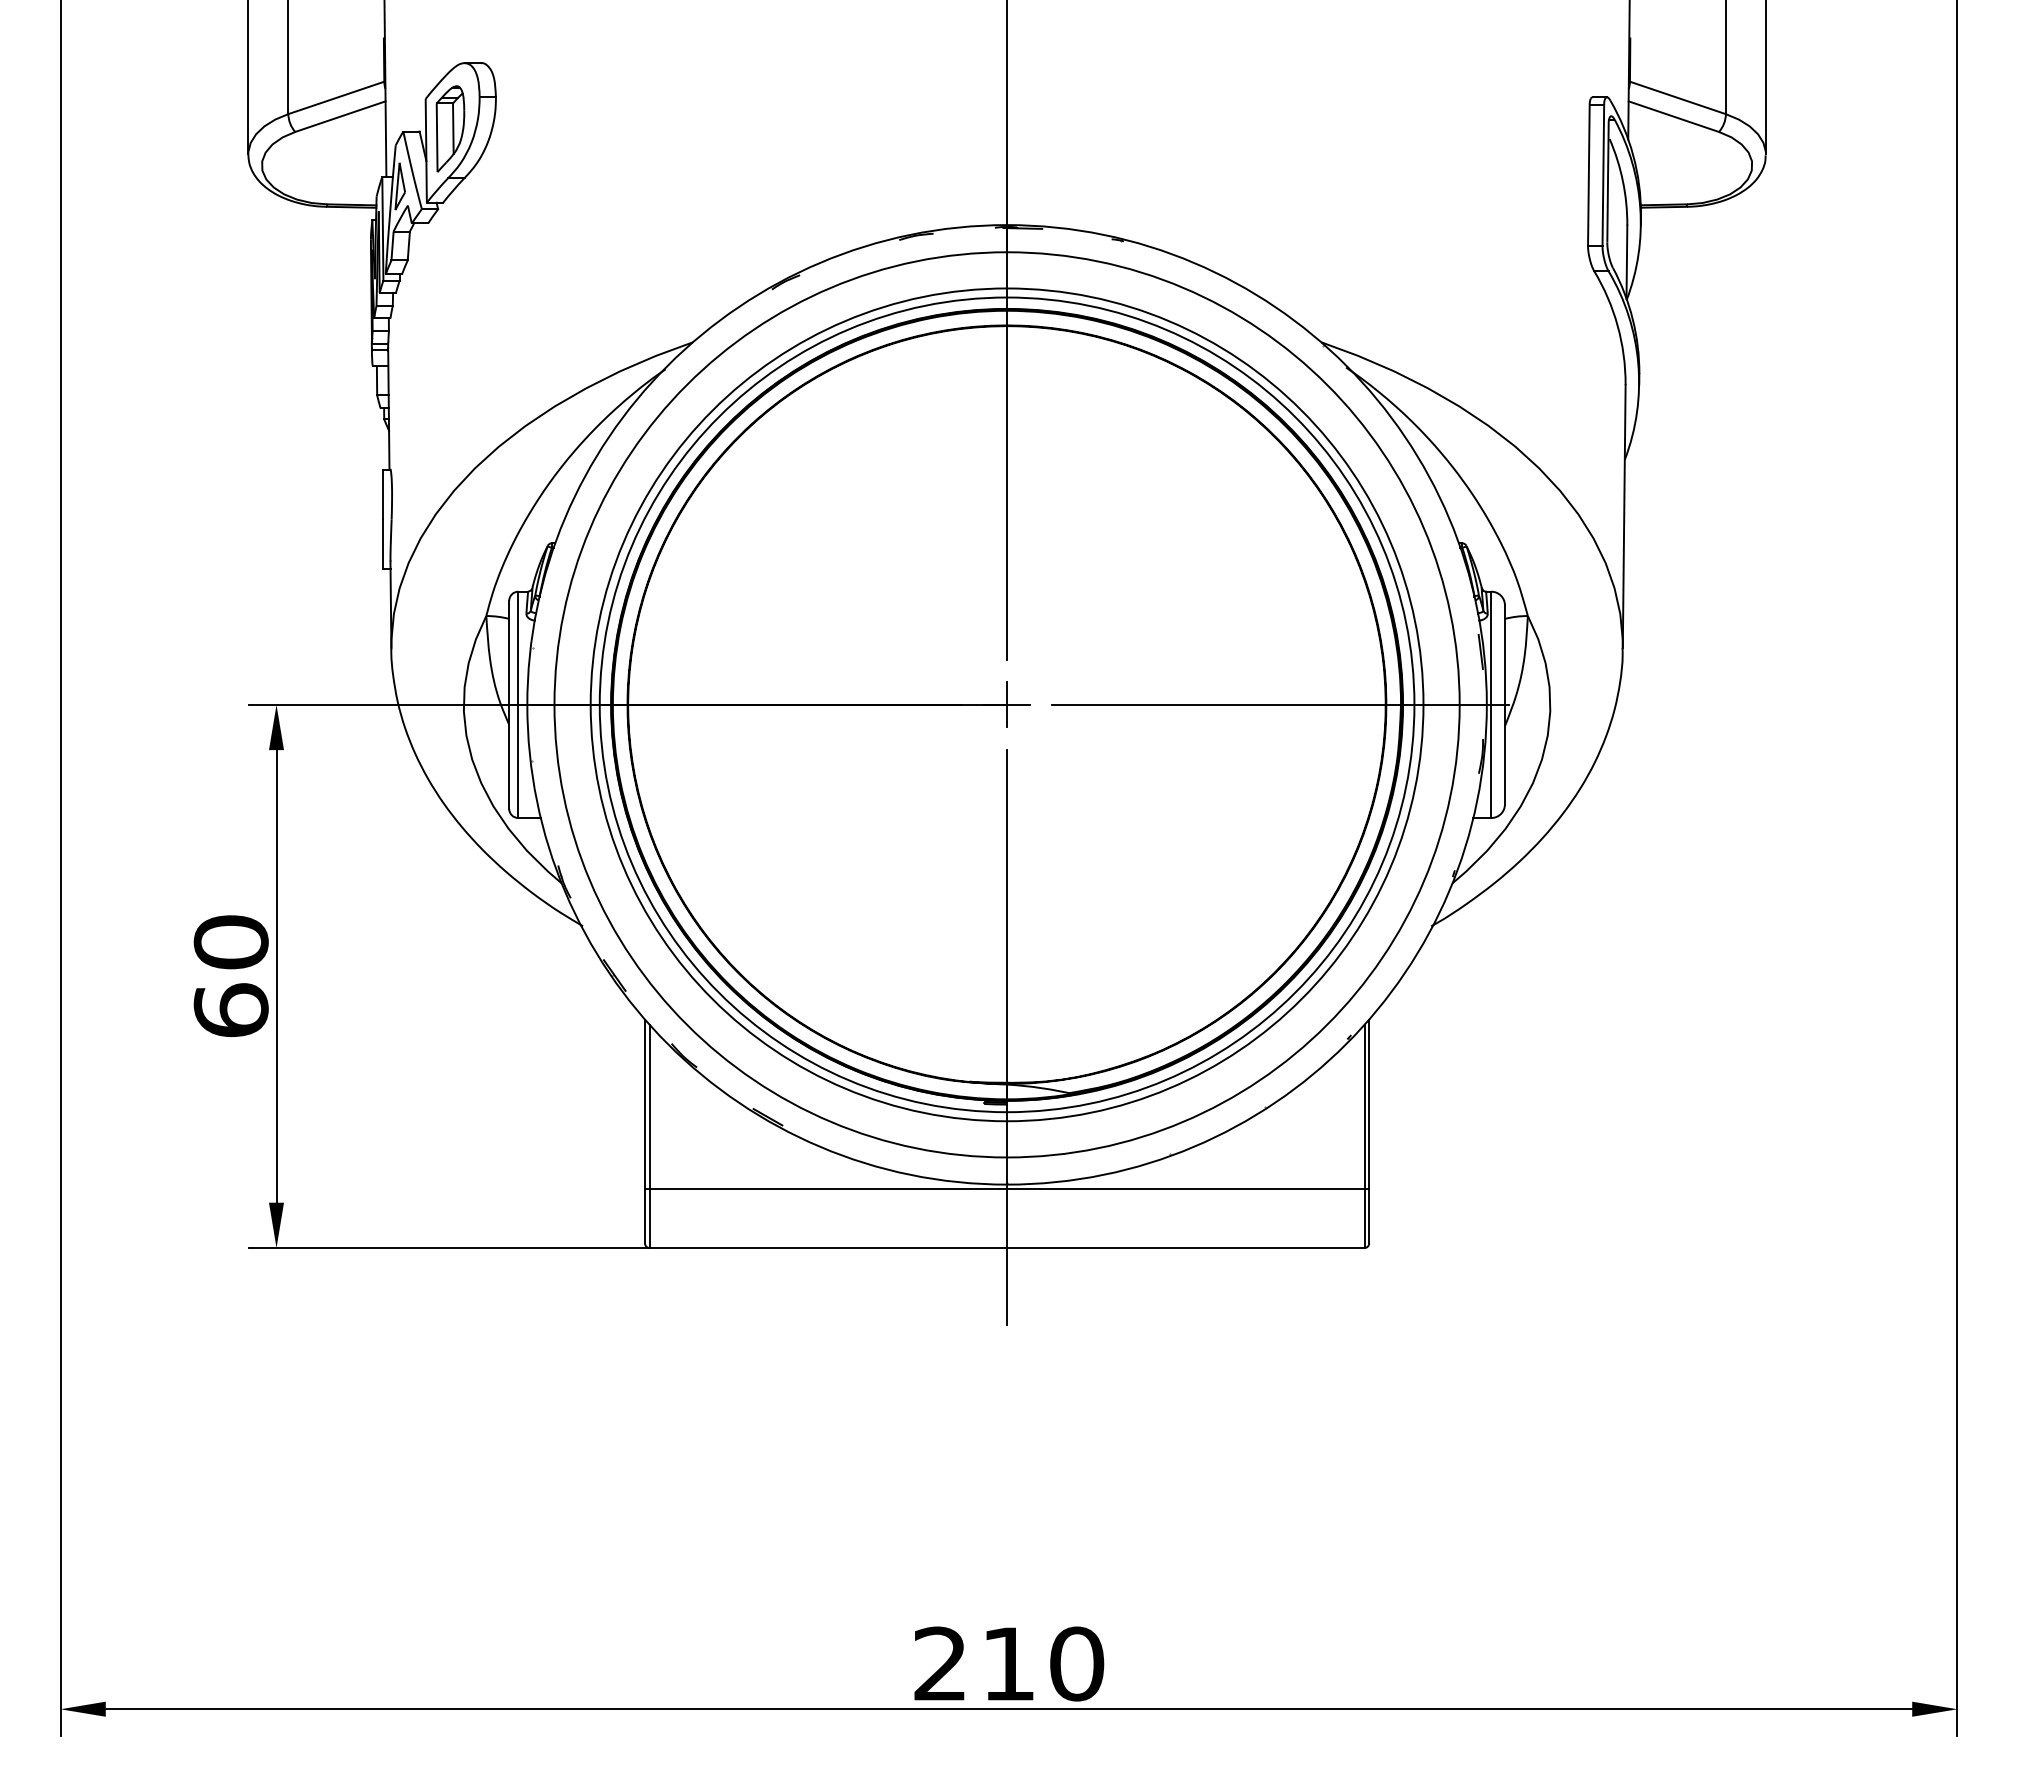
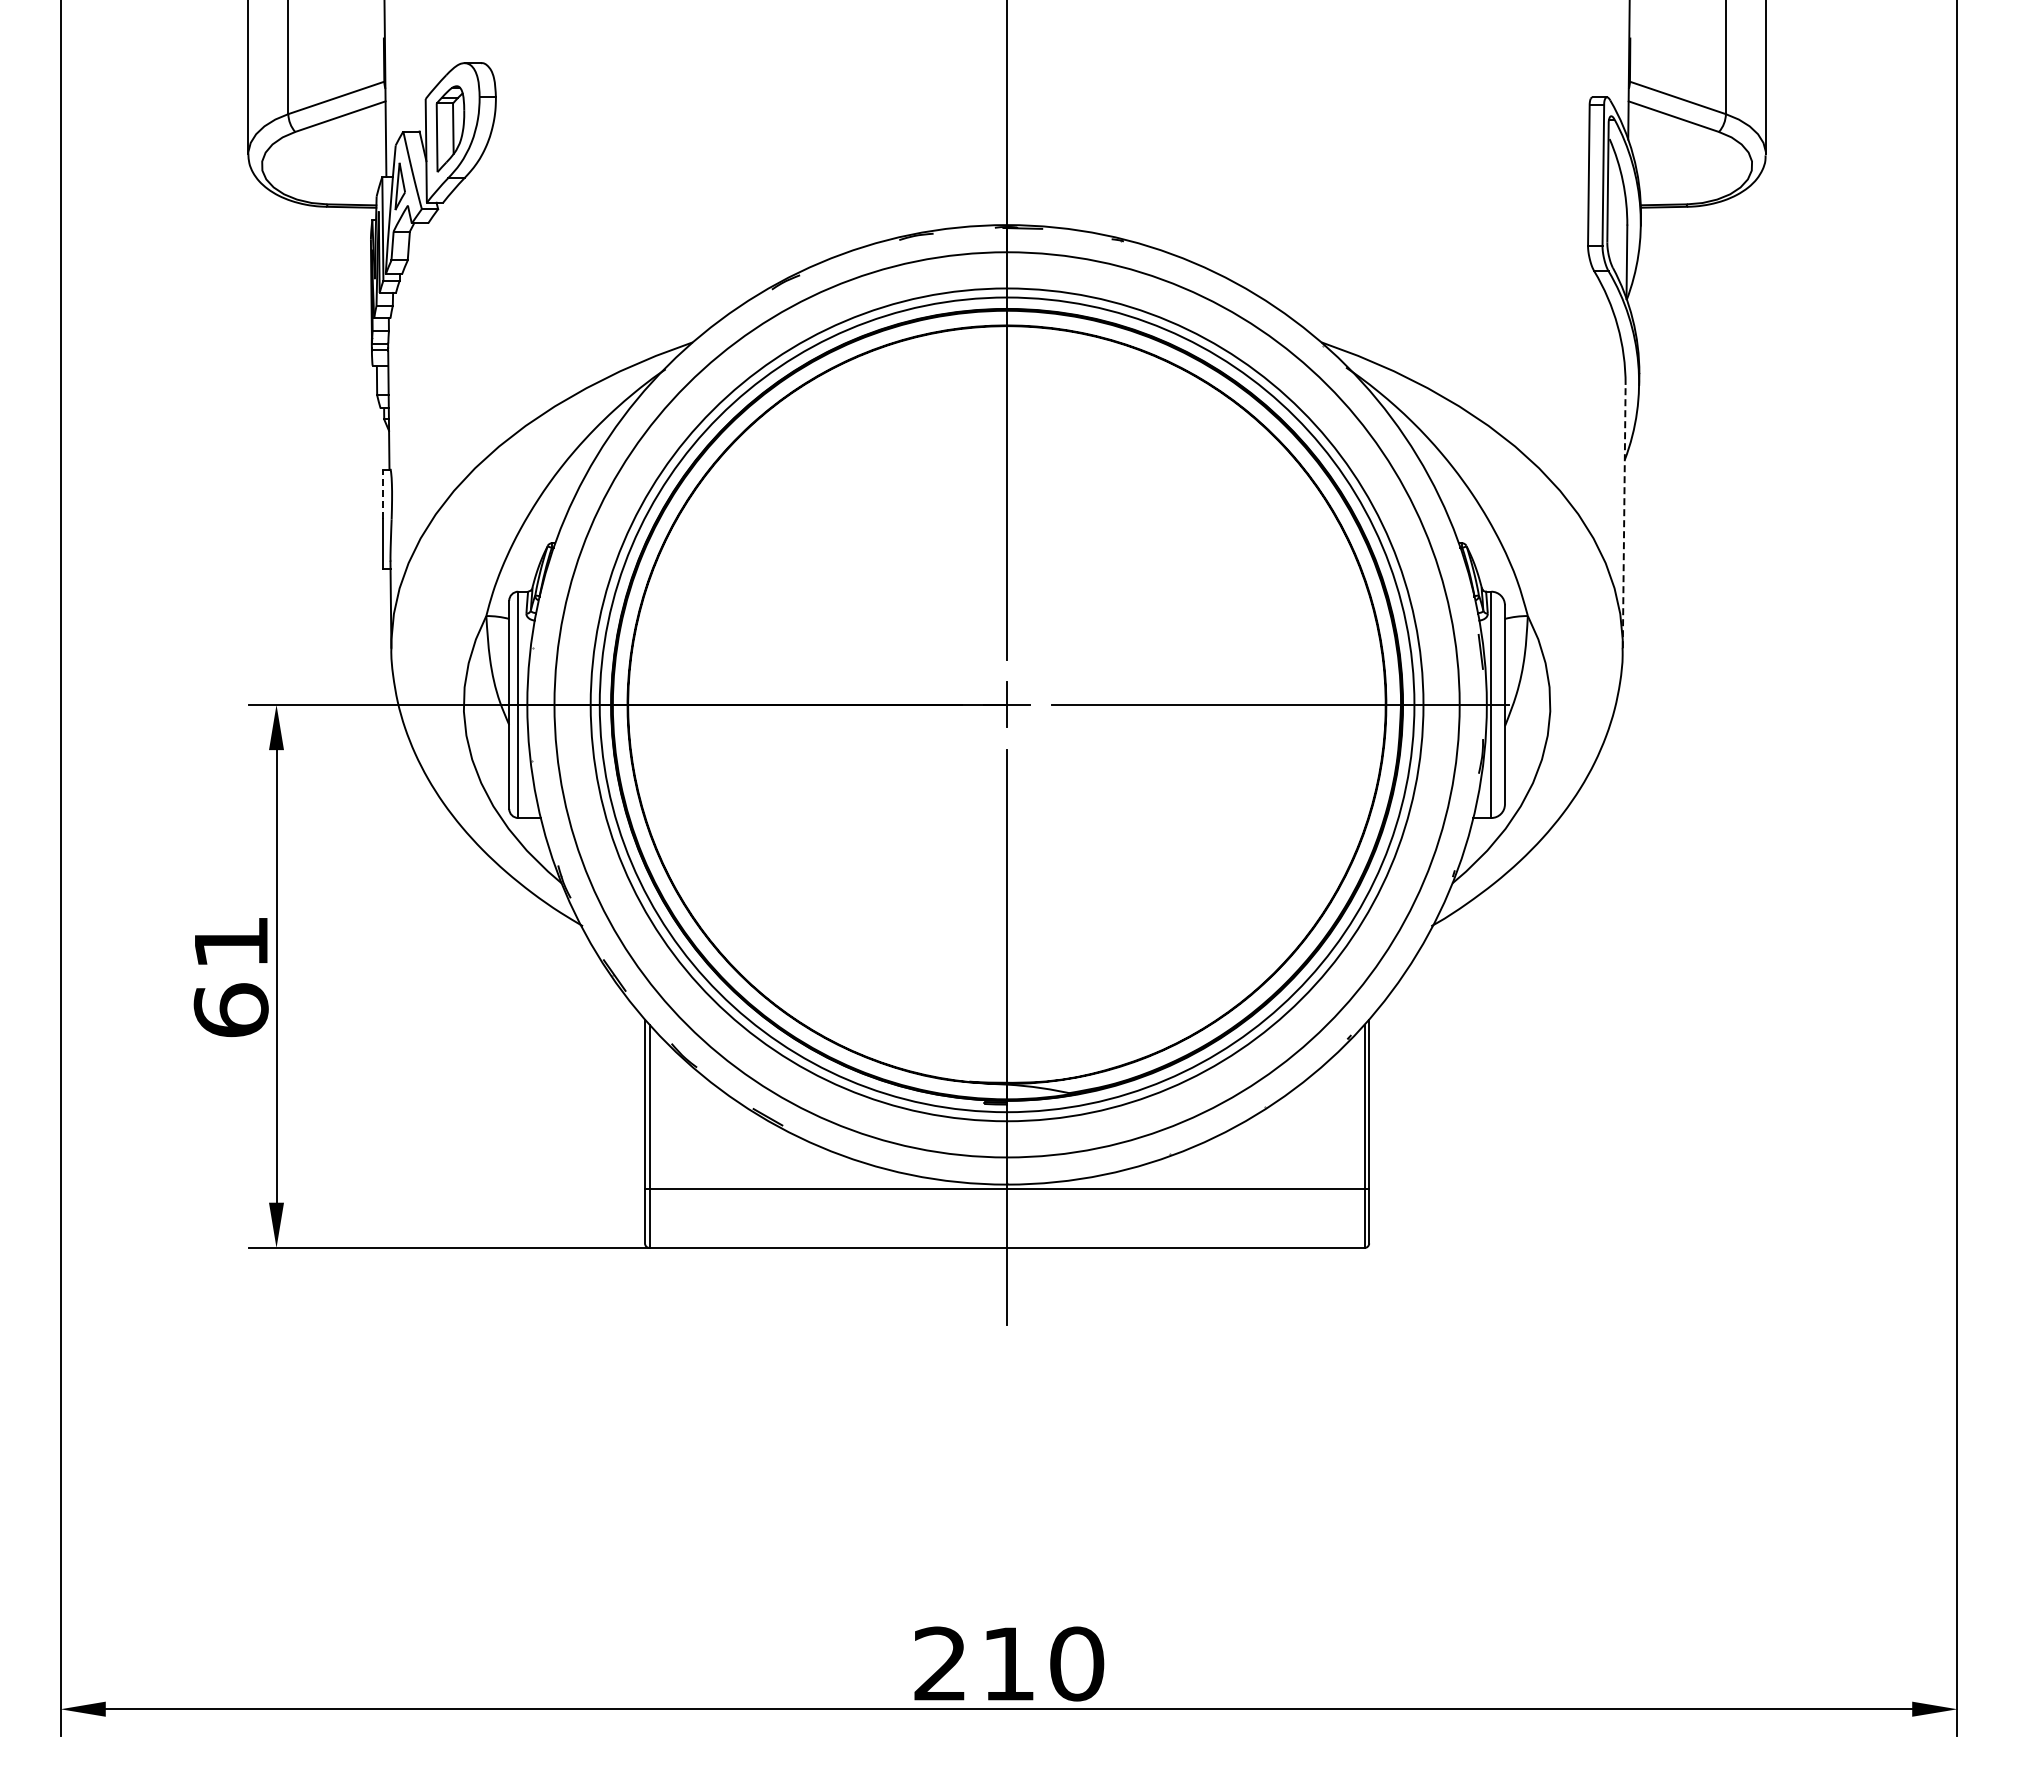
line at (382, 494): solid -> dashed
line at (1624, 516): solid -> dashed
text at (230, 942): 60 -> 61
